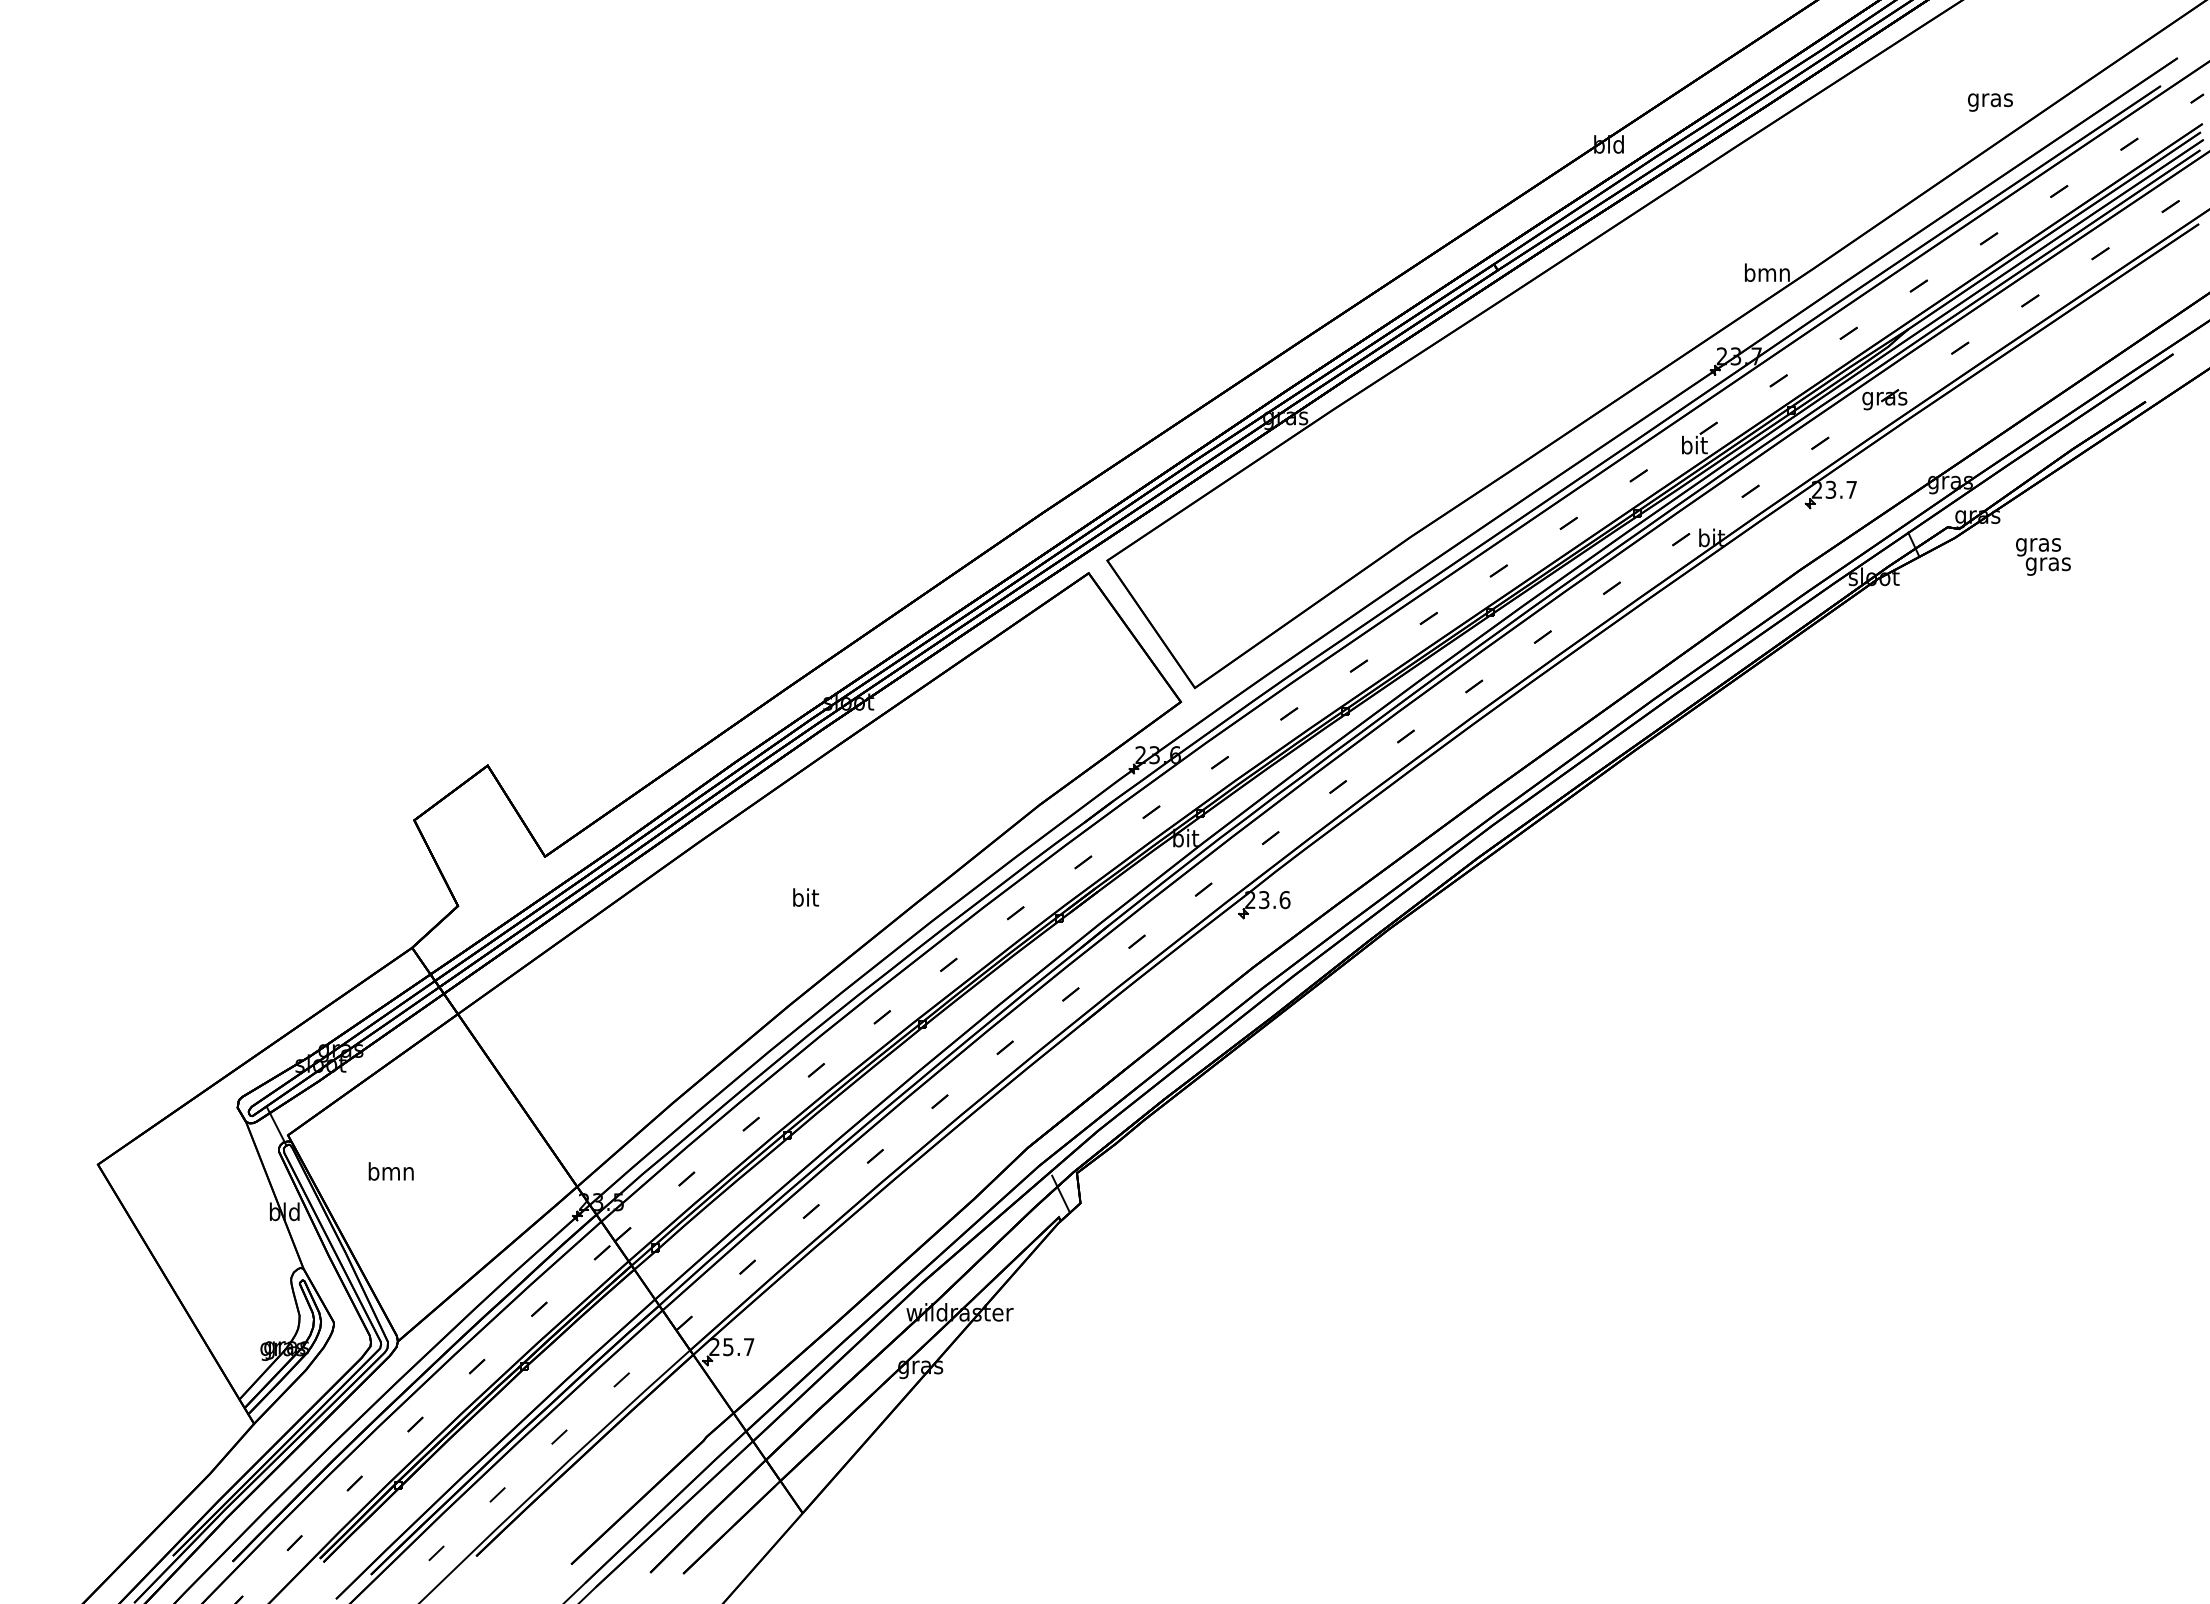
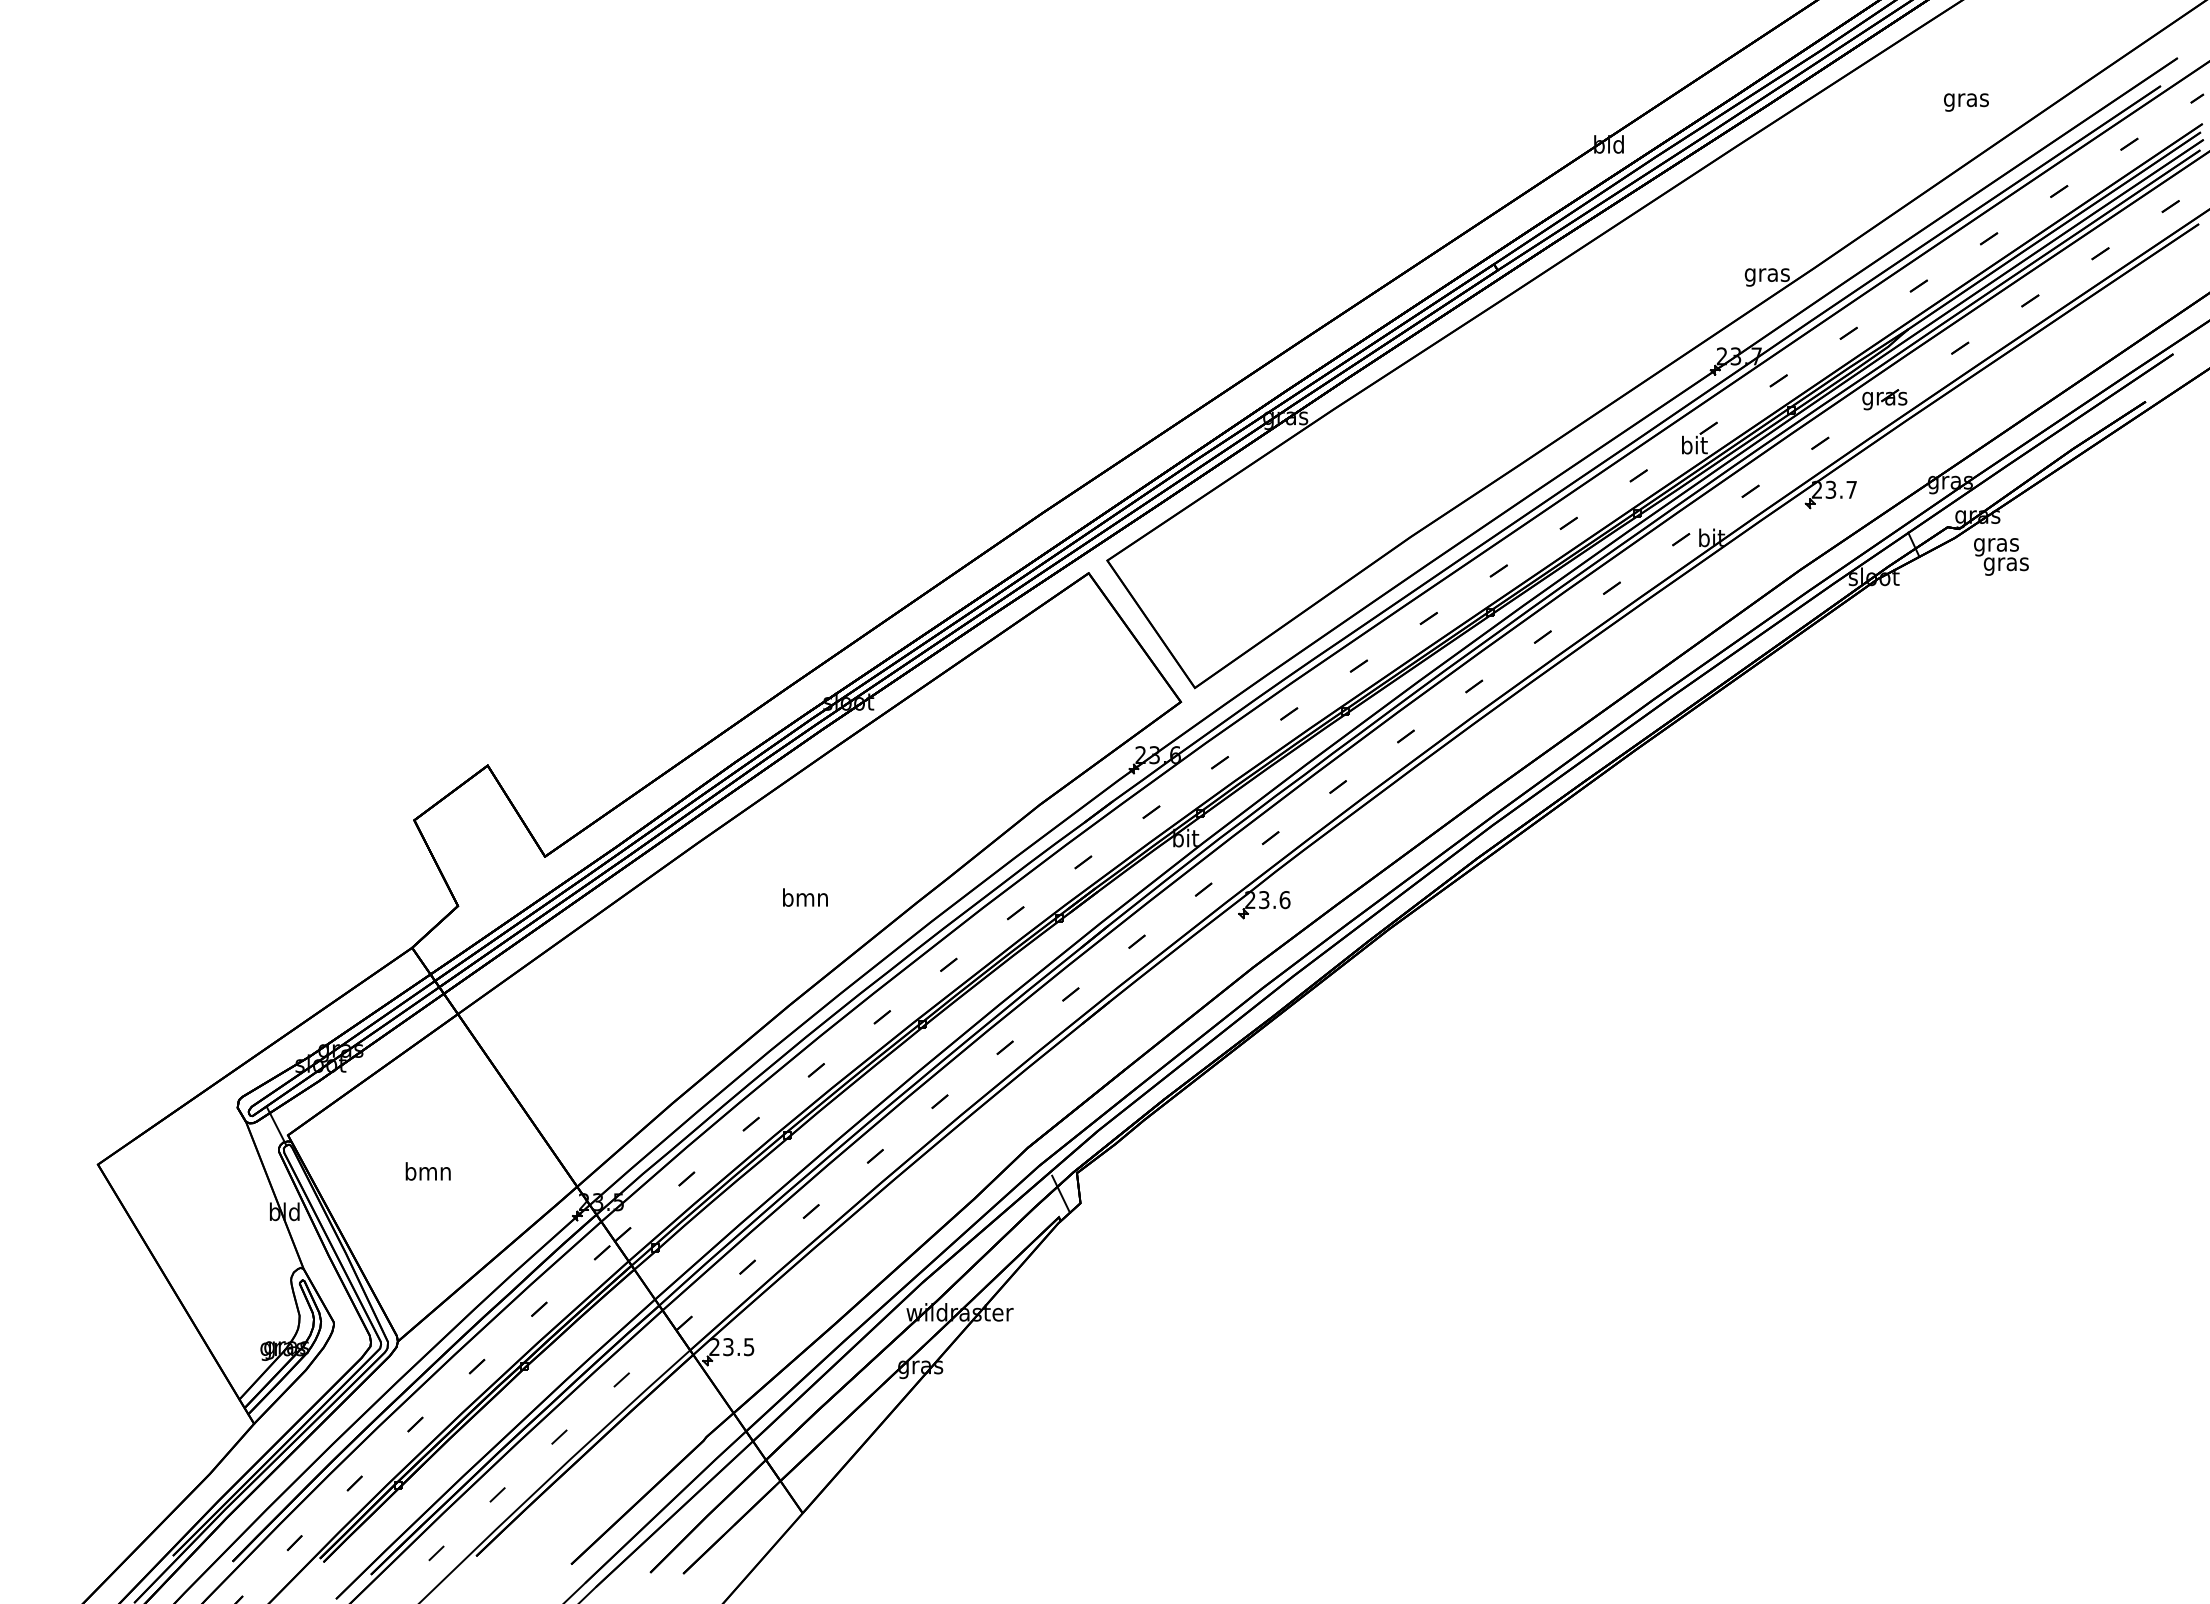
text at (1990, 102) position: (1990, 102) -> (1966, 102)
text at (1766, 274): bmn -> gras
text at (2043, 556) position: (2043, 556) -> (2001, 556)
text at (805, 897): bit -> bmn
text at (390, 1171) position: (390, 1171) -> (427, 1171)
text at (738, 1347): 25.7 -> 23.5
